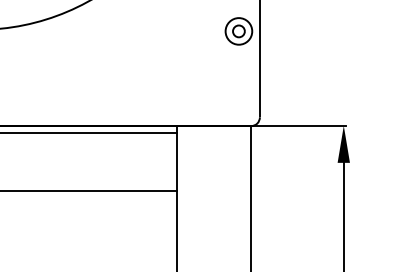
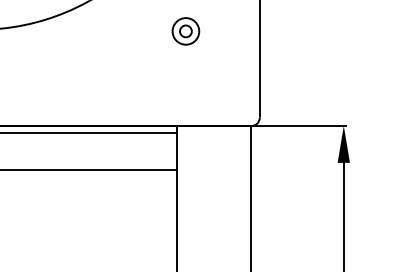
part at (238, 31) position: (238, 31) -> (185, 31)
line at (89, 191) position: (89, 191) -> (89, 170)
